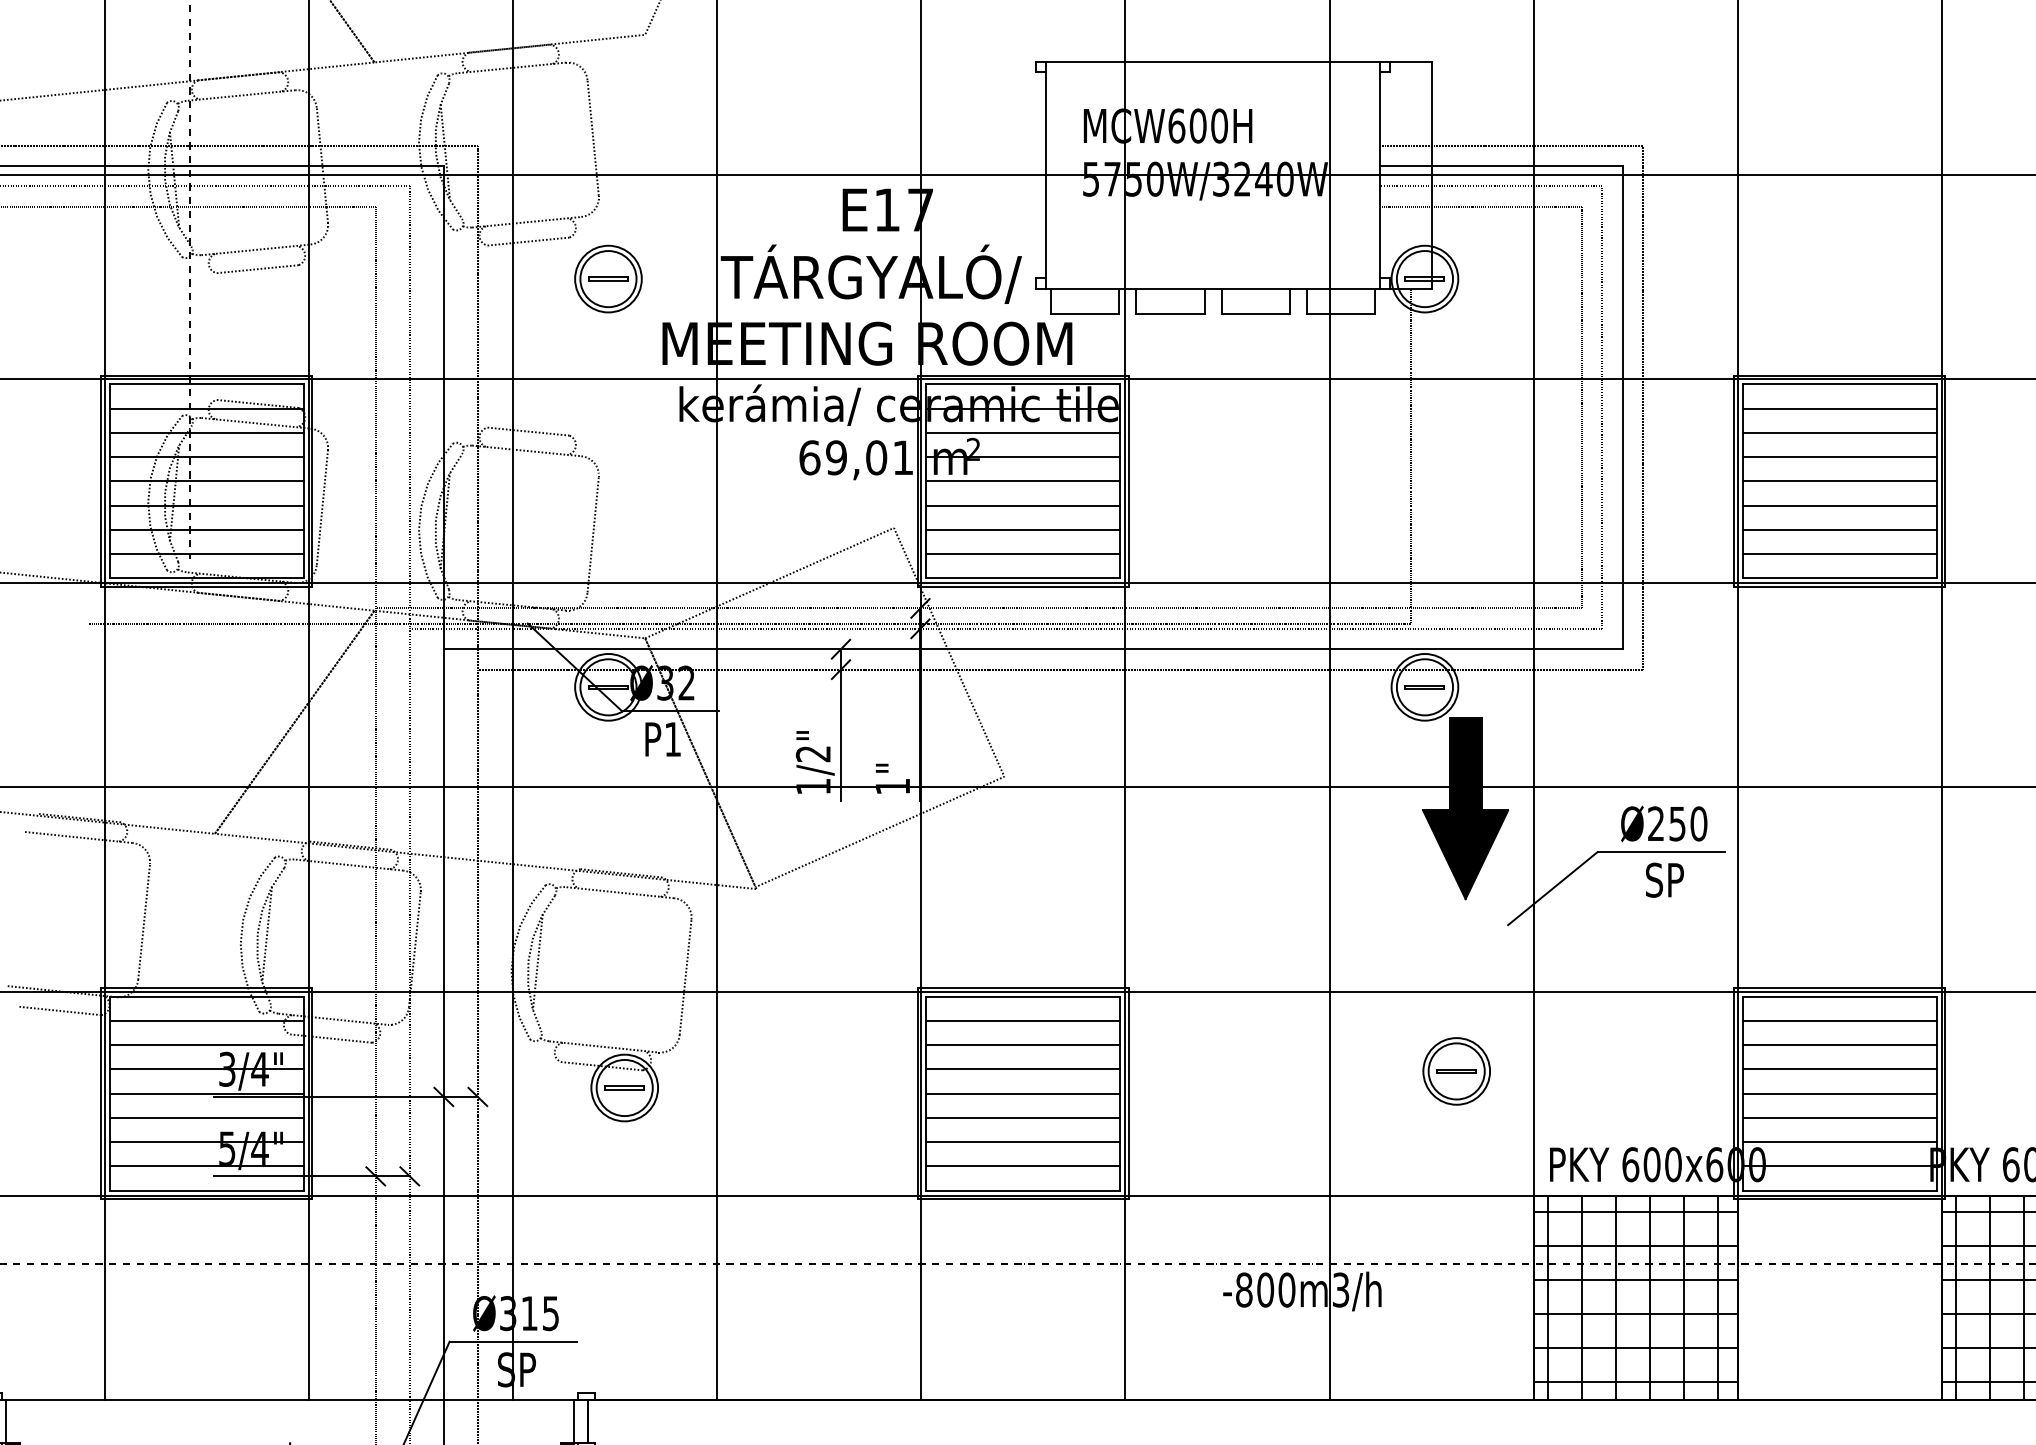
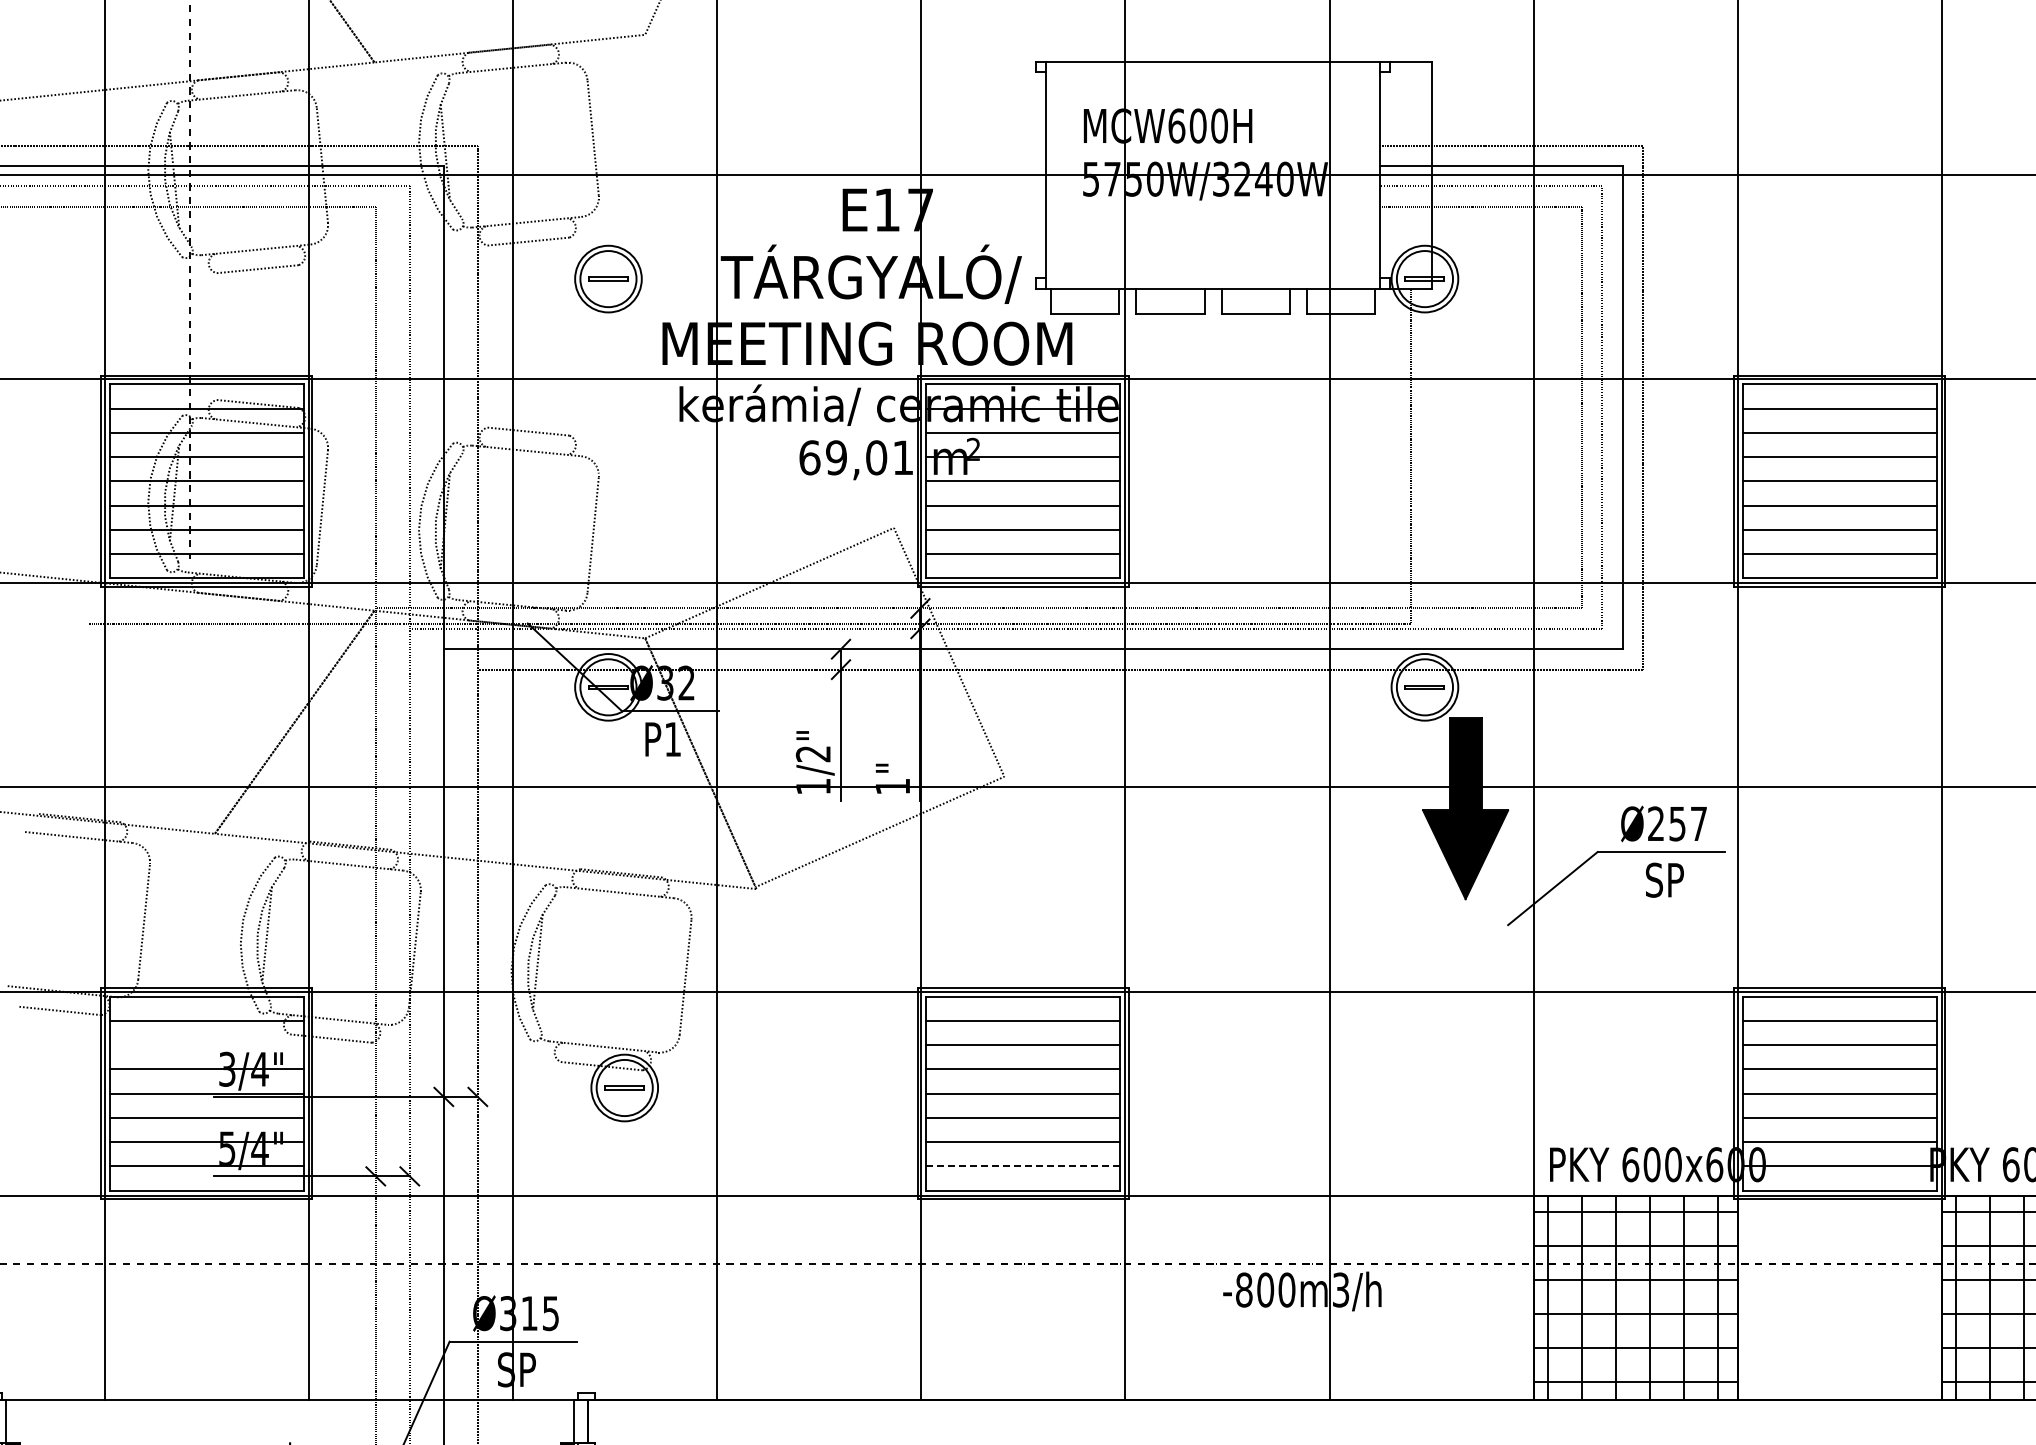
text at (1698, 823): Ø250 -> Ø257
line at (206, 1045): present -> none
part at (1456, 1071): present -> none
line at (1023, 1166): solid -> dashed
